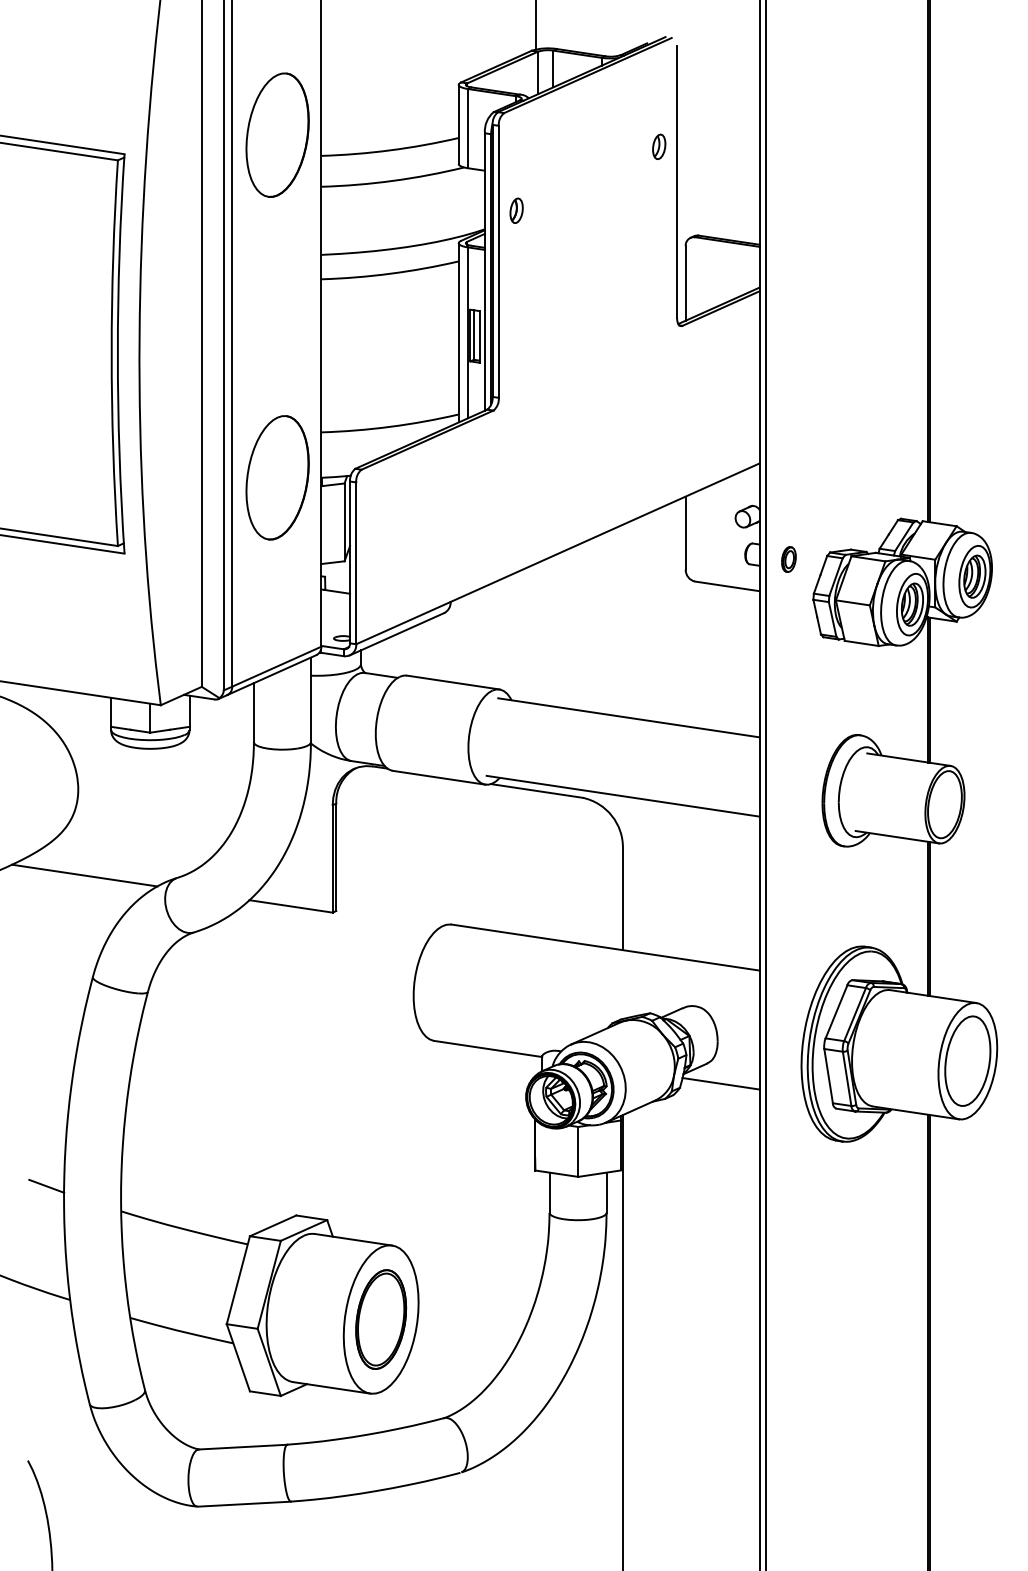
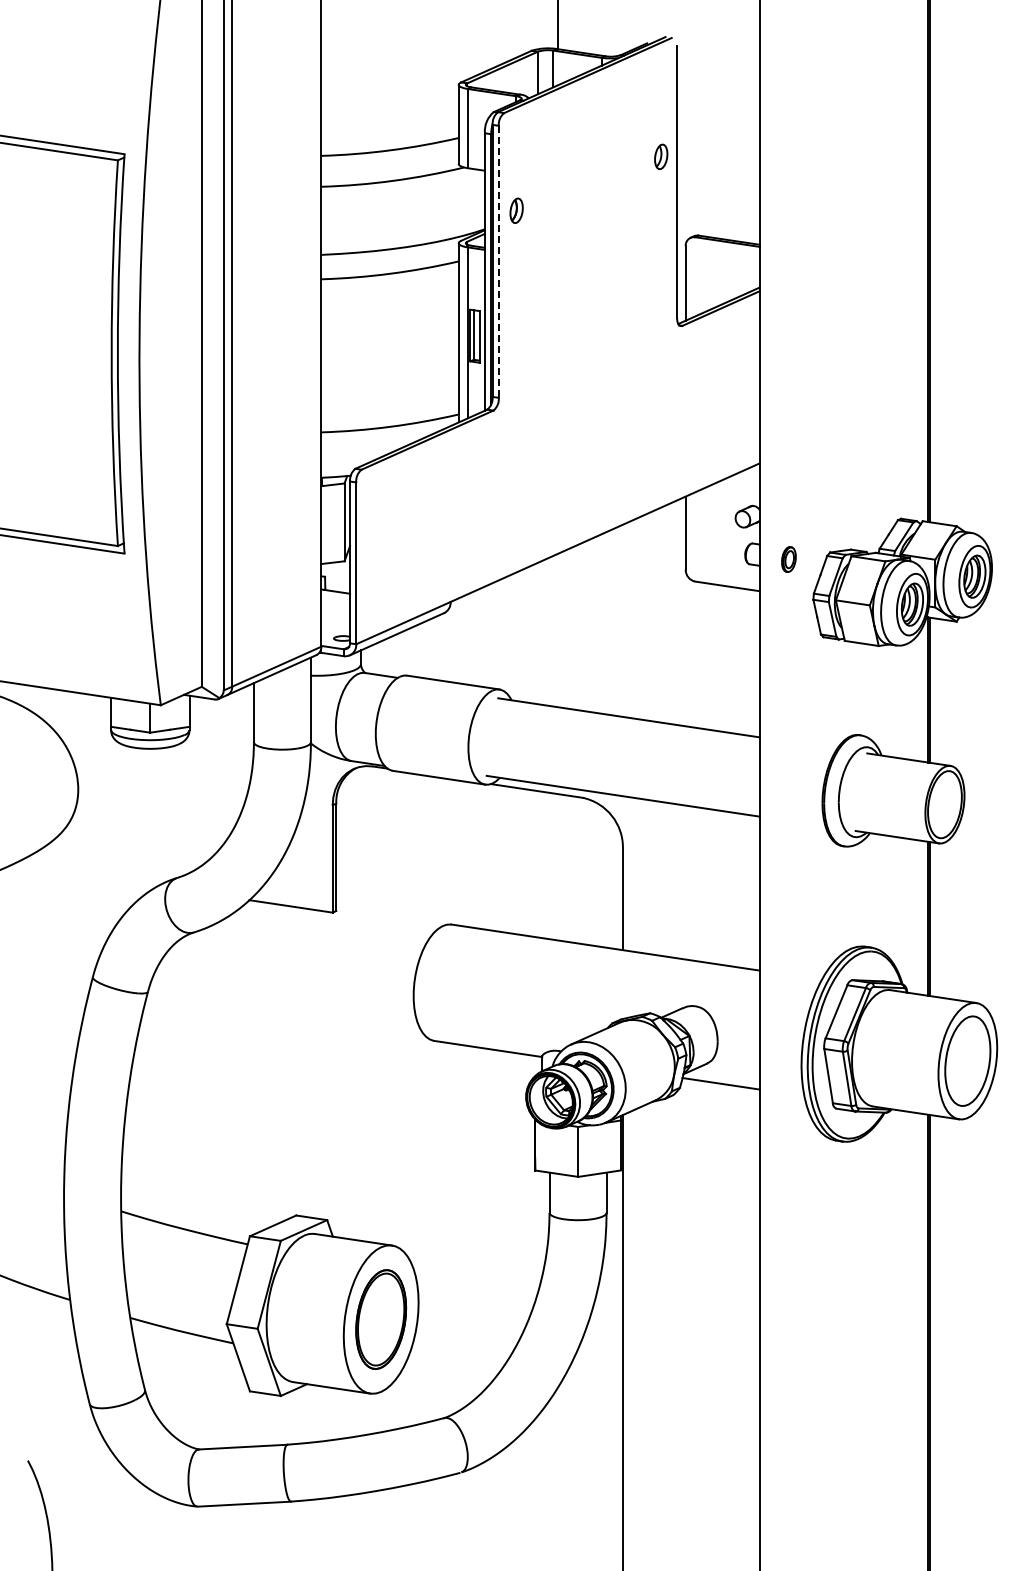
line at (535, 25) position: (535, 25) -> (557, 25)
part at (277, 134): present -> none
part at (659, 146) position: (659, 146) -> (661, 156)
line at (498, 262): solid -> dashed
part at (277, 477): present -> none
line at (765, 784): present -> none
line at (84, 875): present -> none
line at (46, 1185): present -> none
